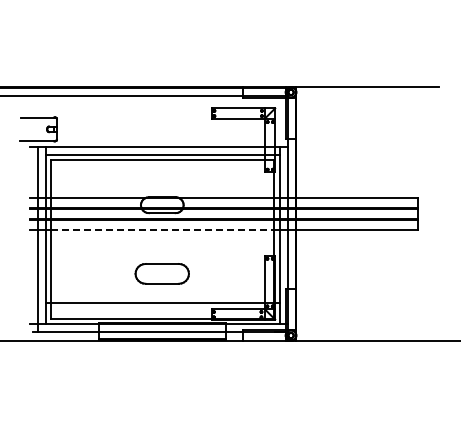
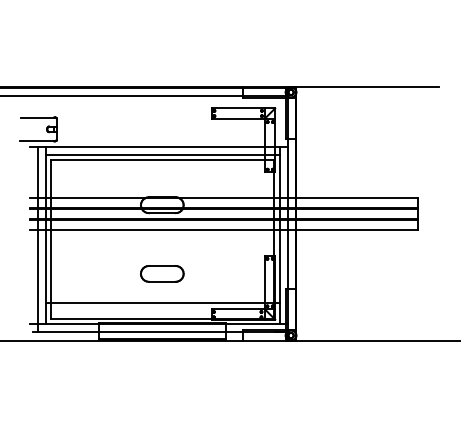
line at (162, 229): dashed -> solid
part at (161, 273) size: 56x22 px -> 45x18 px
